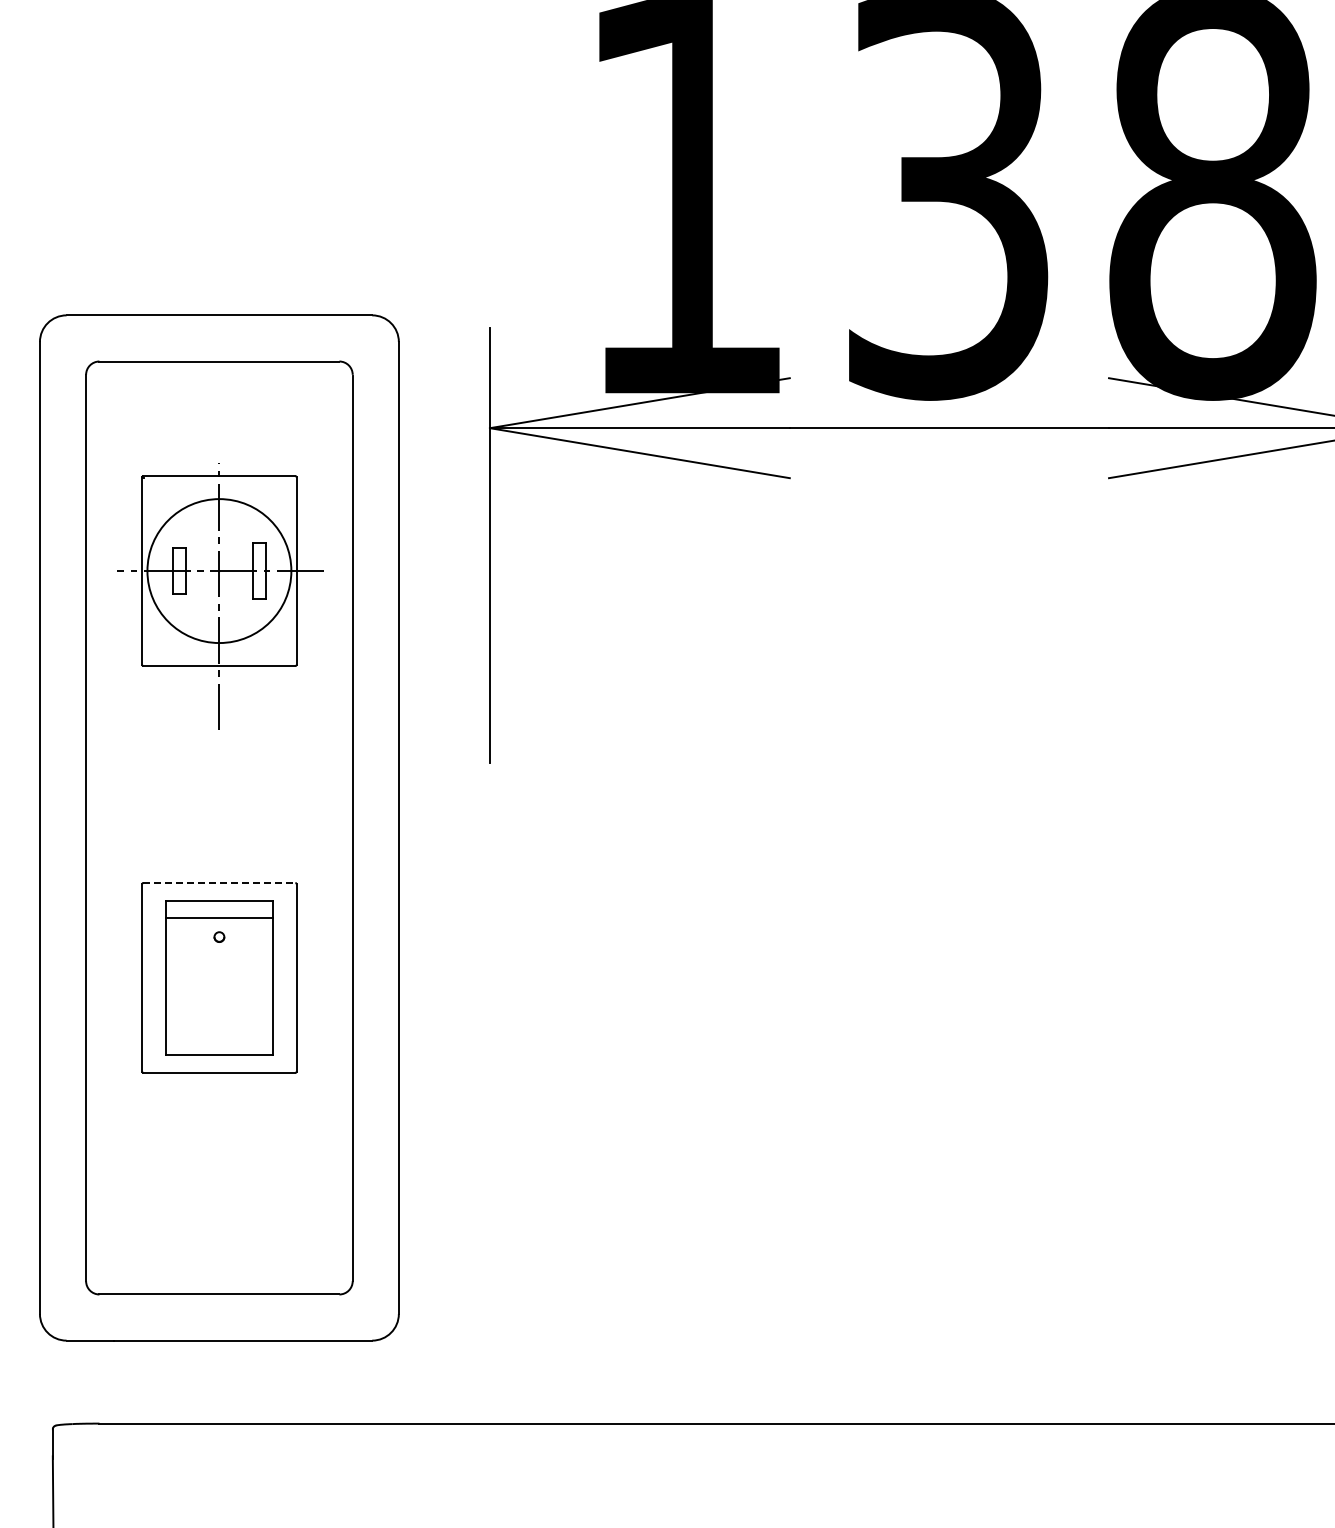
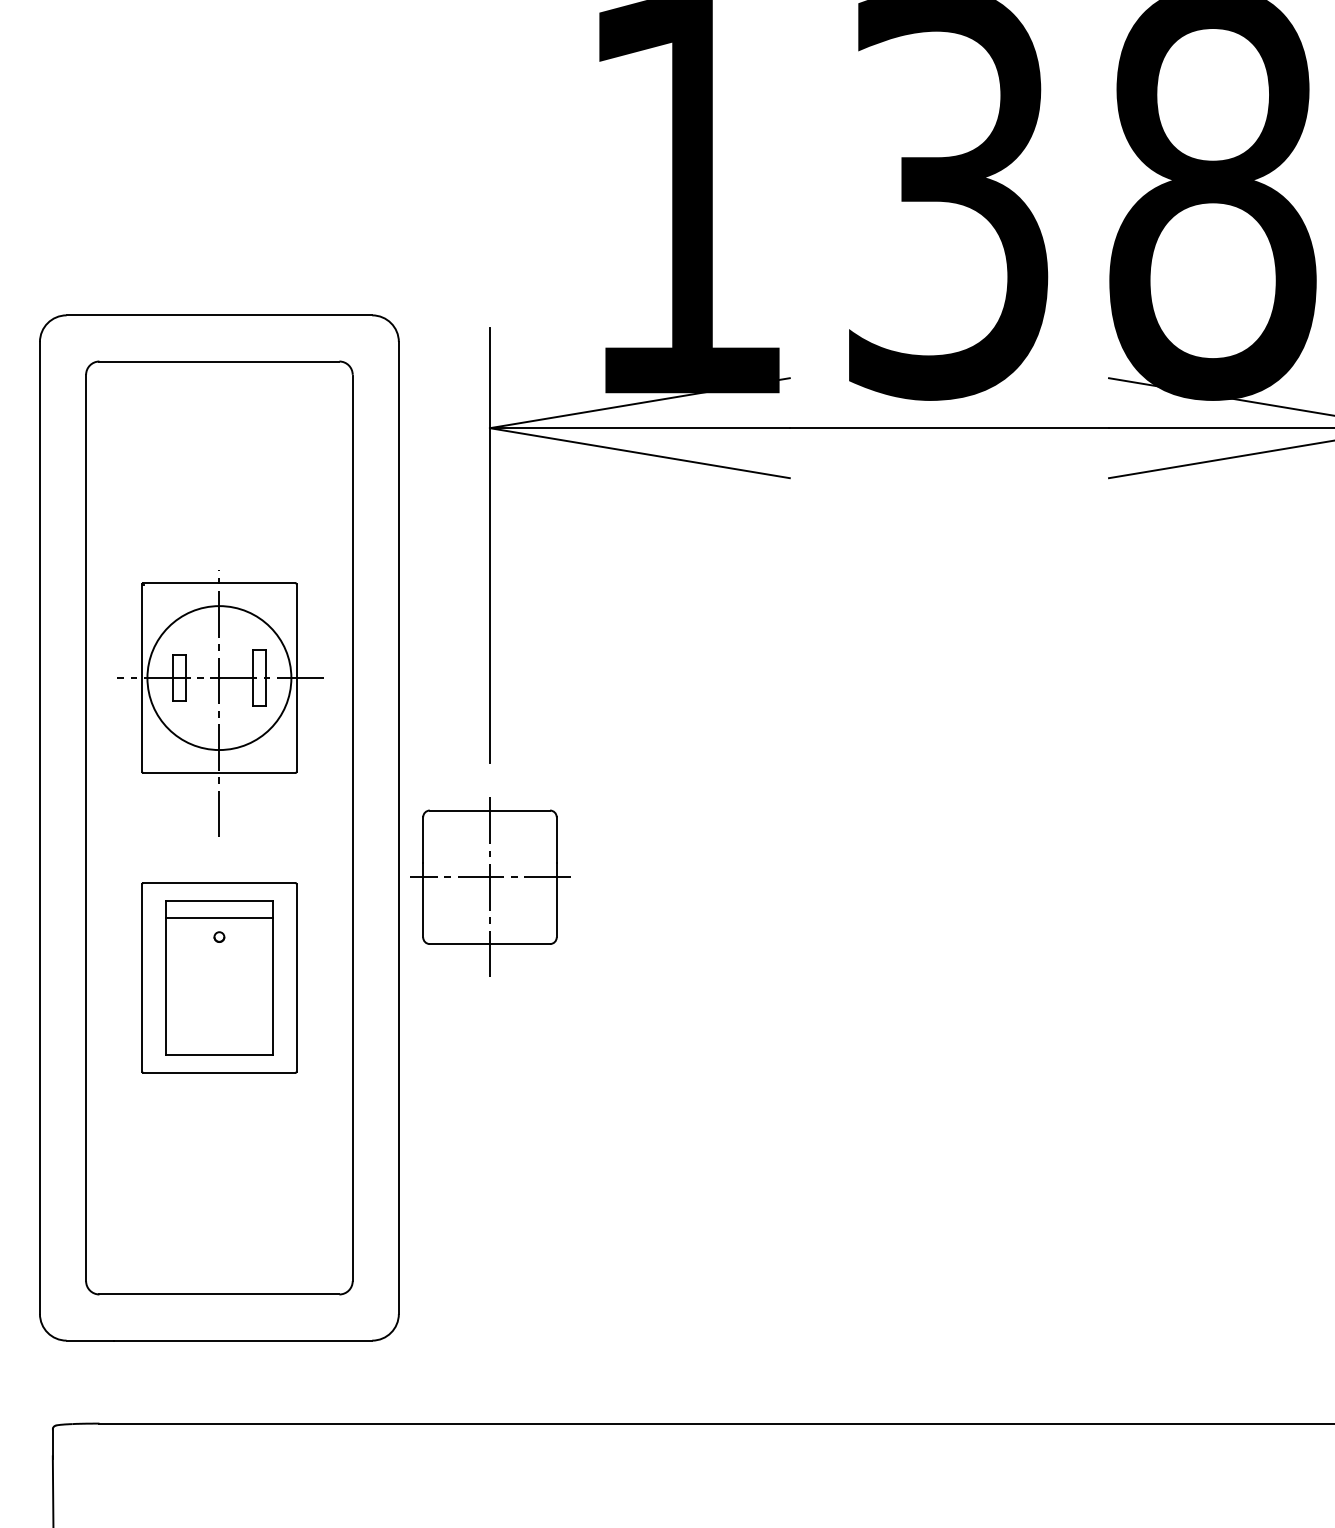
part at (220, 596) position: (220, 596) -> (220, 703)
line at (219, 882): dashed -> solid
part at (490, 886): none -> present
